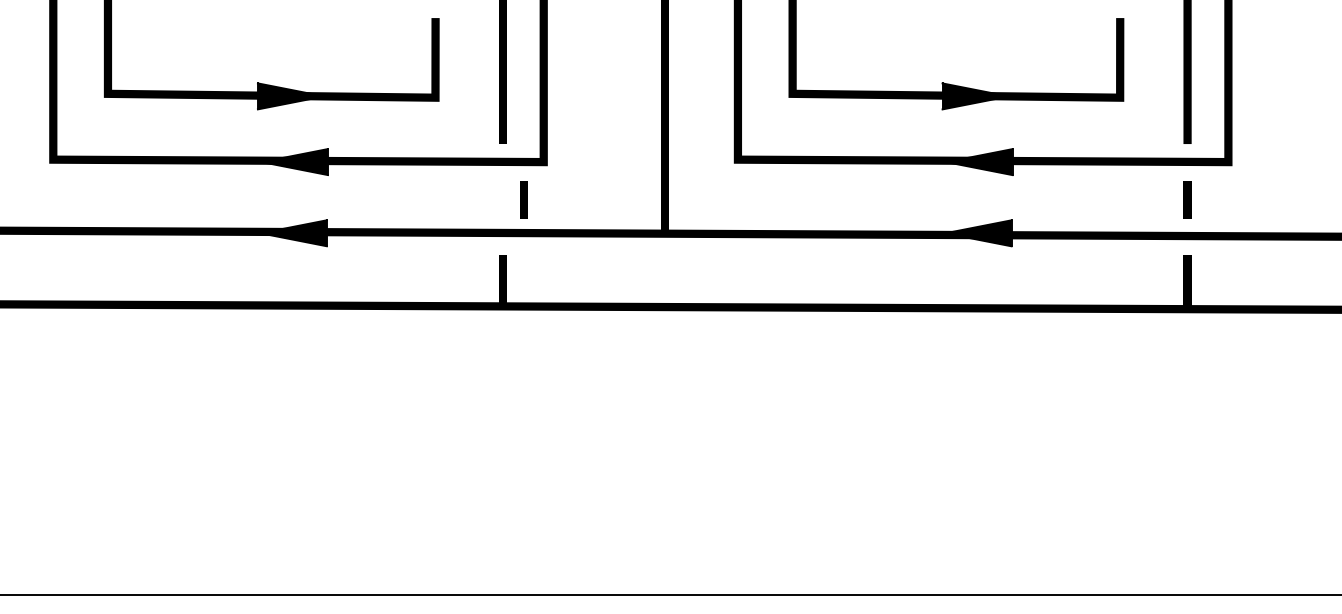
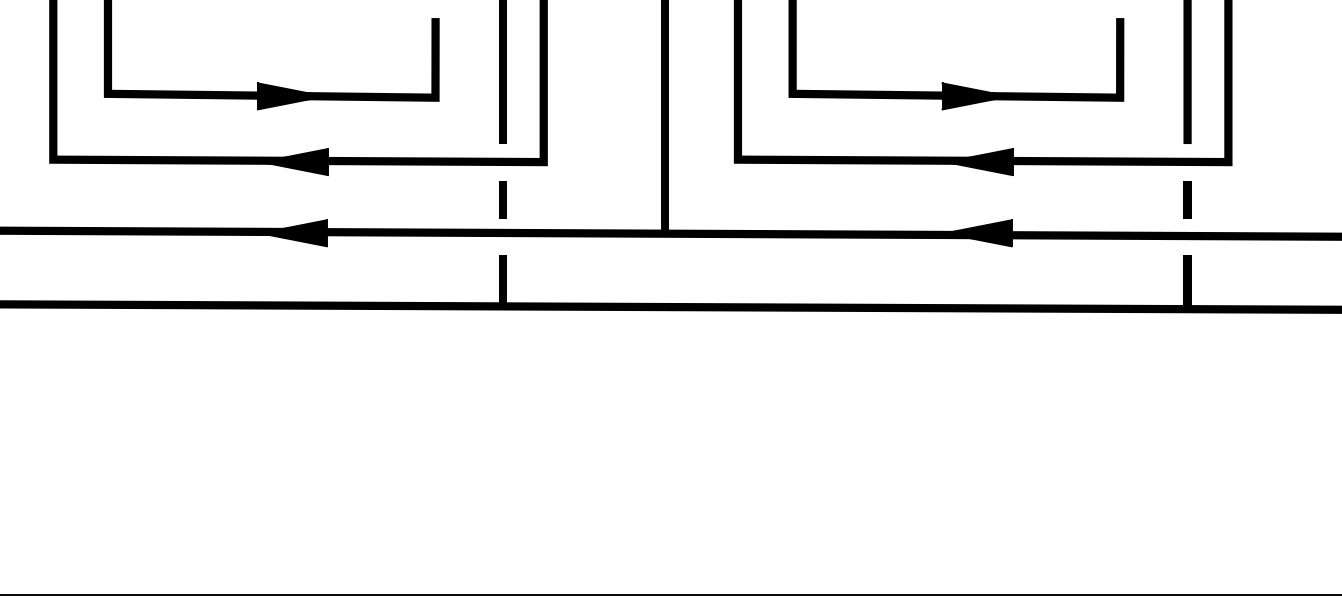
line at (523, 199) position: (523, 199) -> (502, 199)
